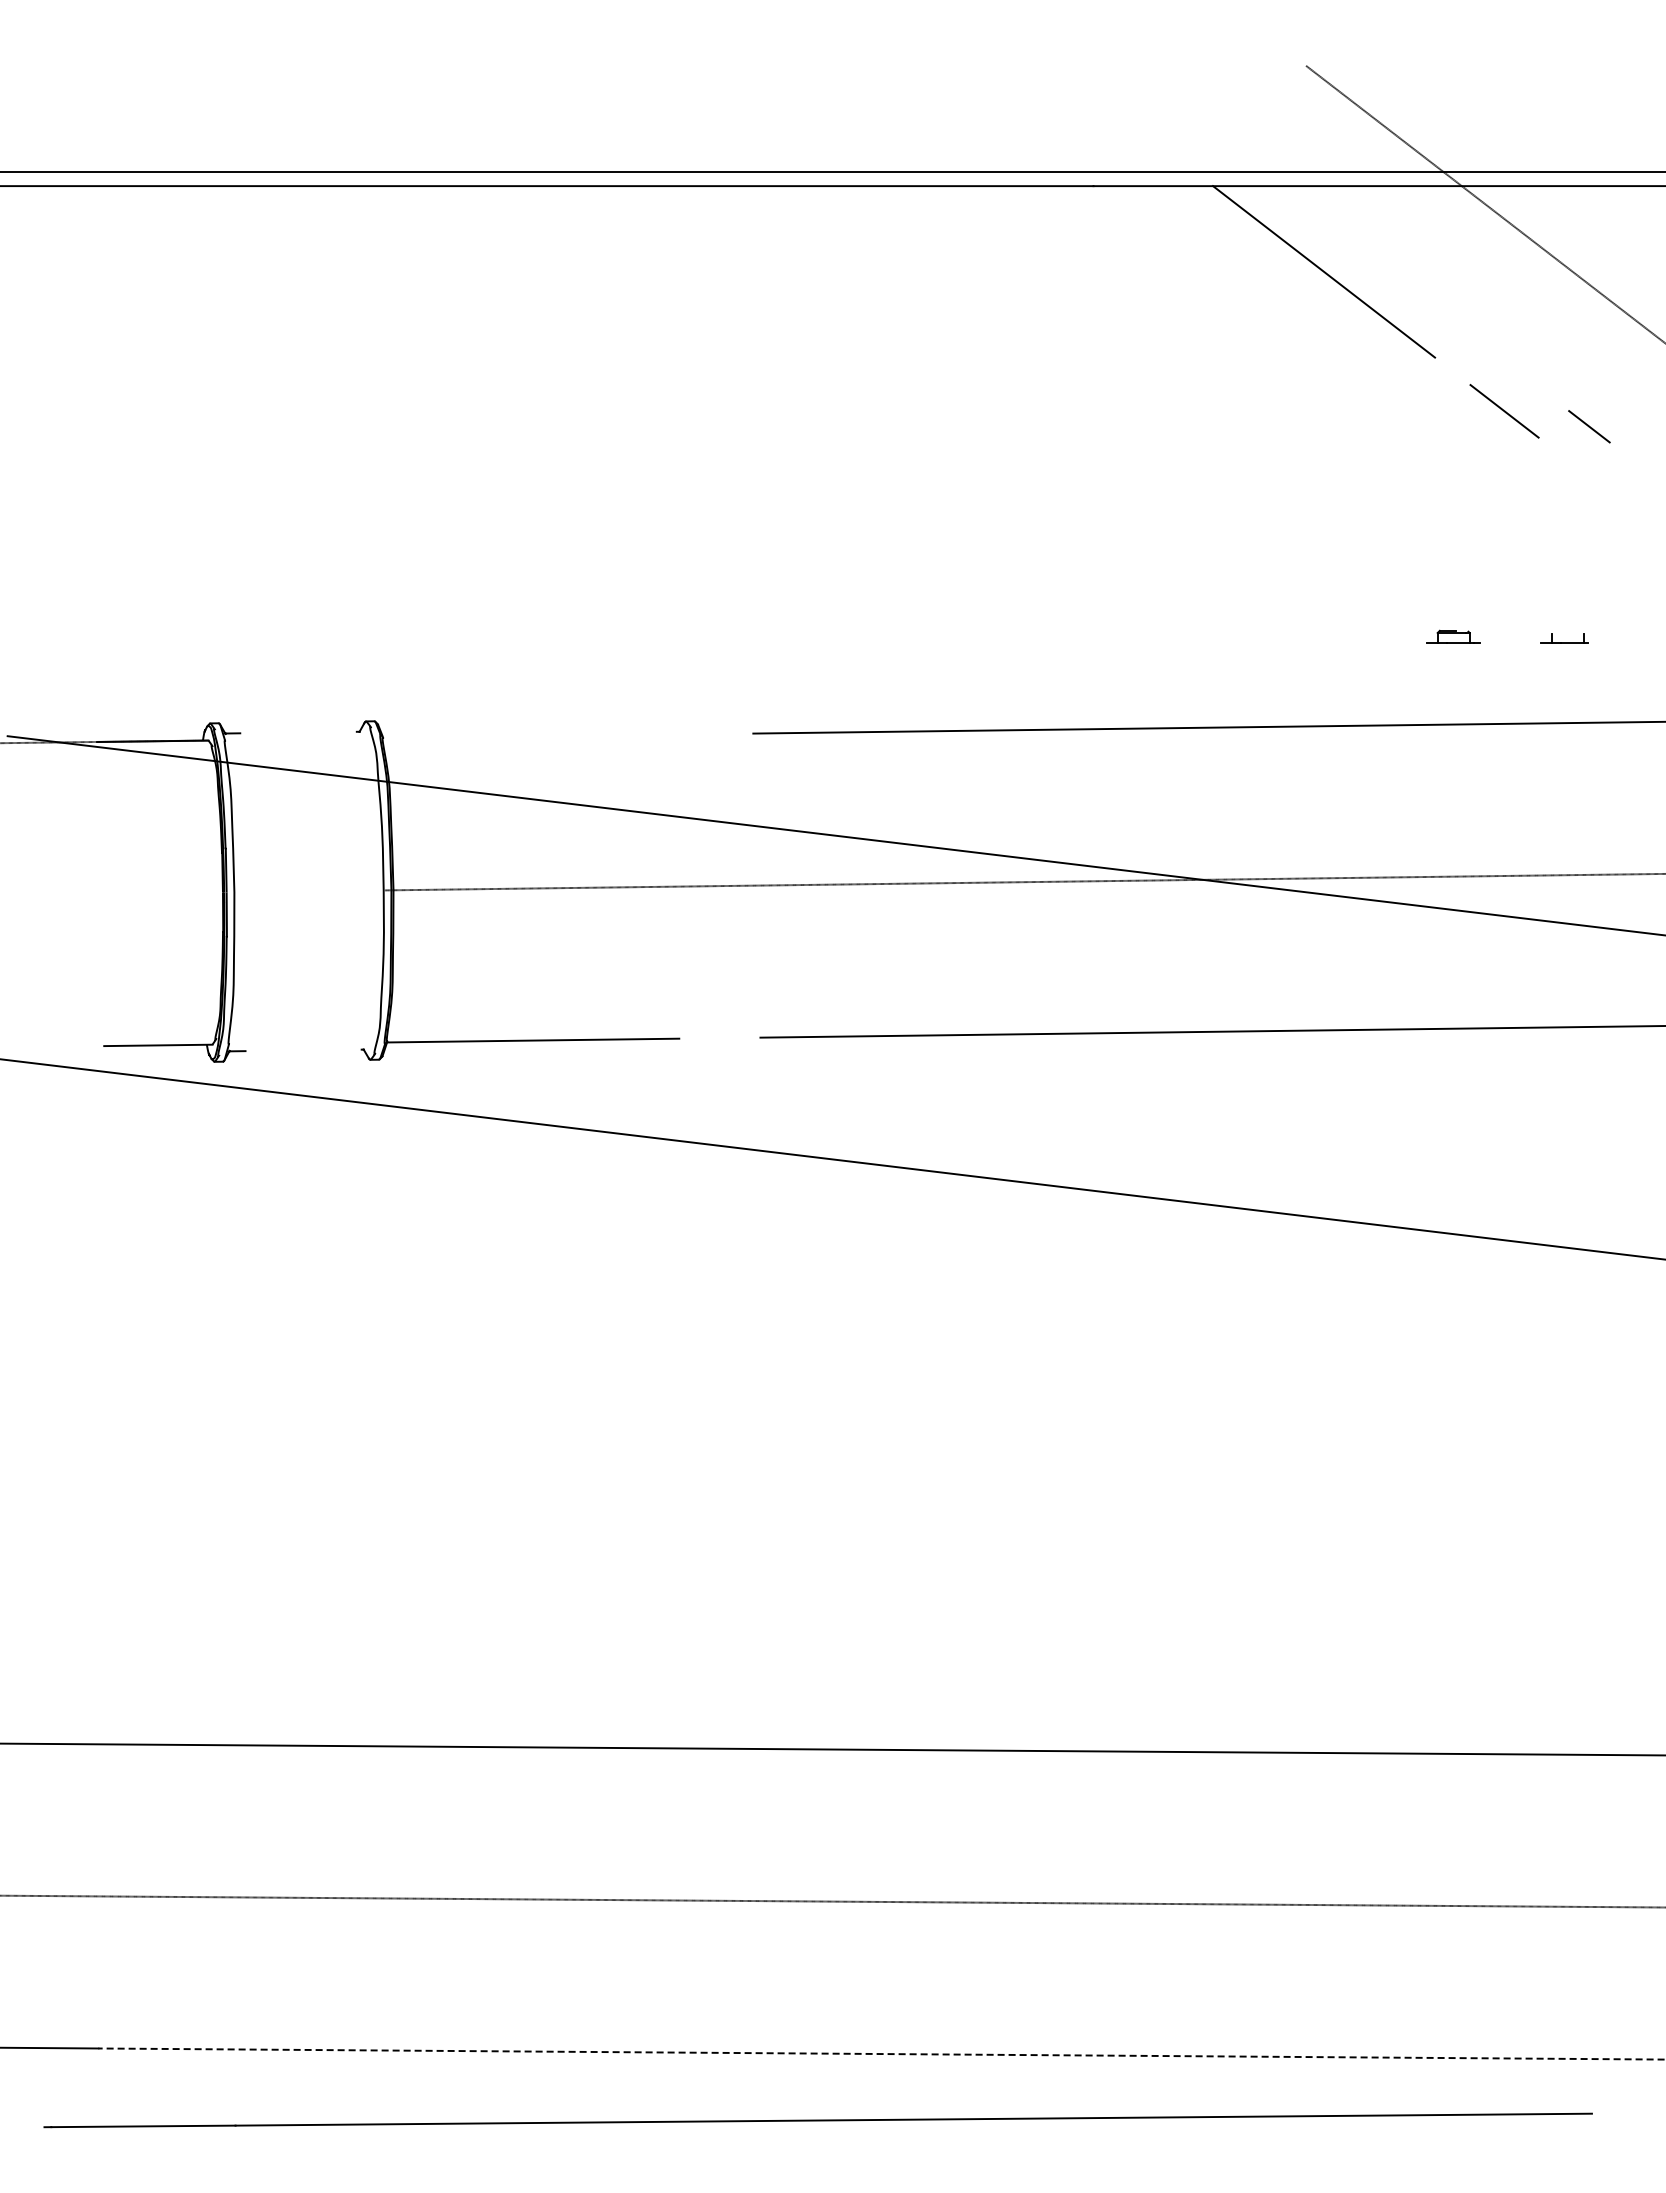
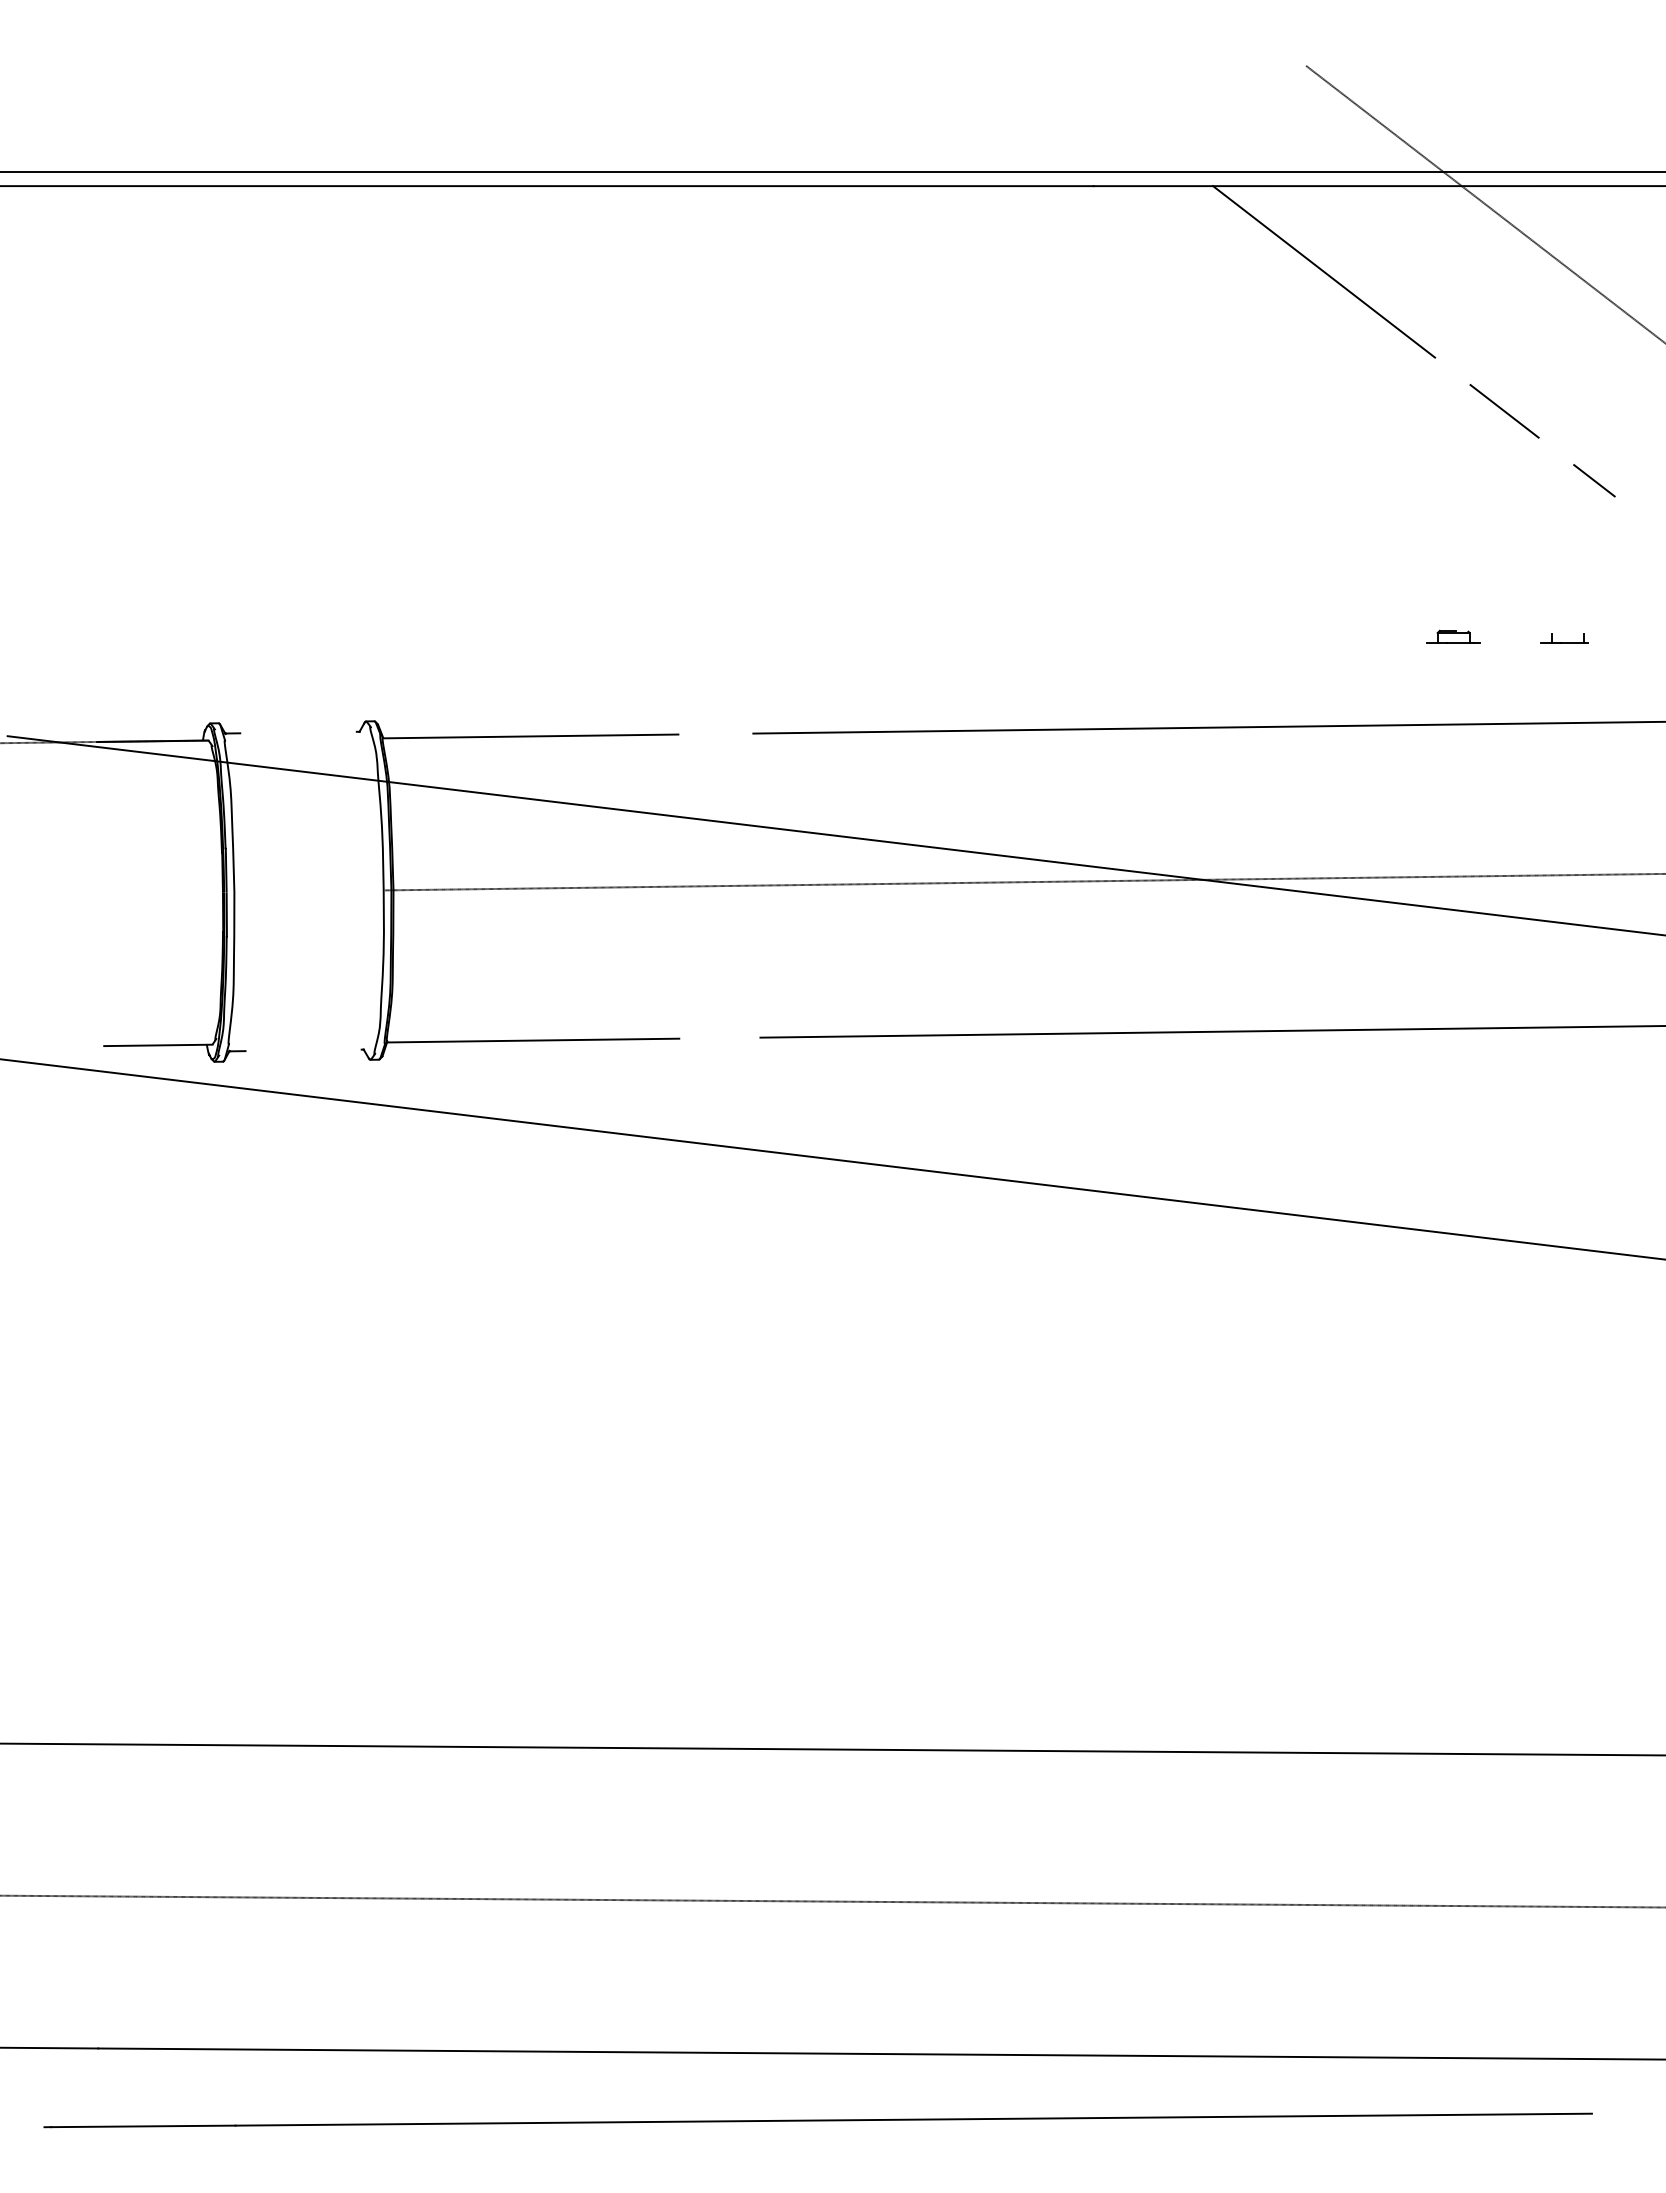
line at (1589, 426) position: (1589, 426) -> (1594, 480)
line at (530, 736): none -> present
line at (881, 2054): dashed -> solid
